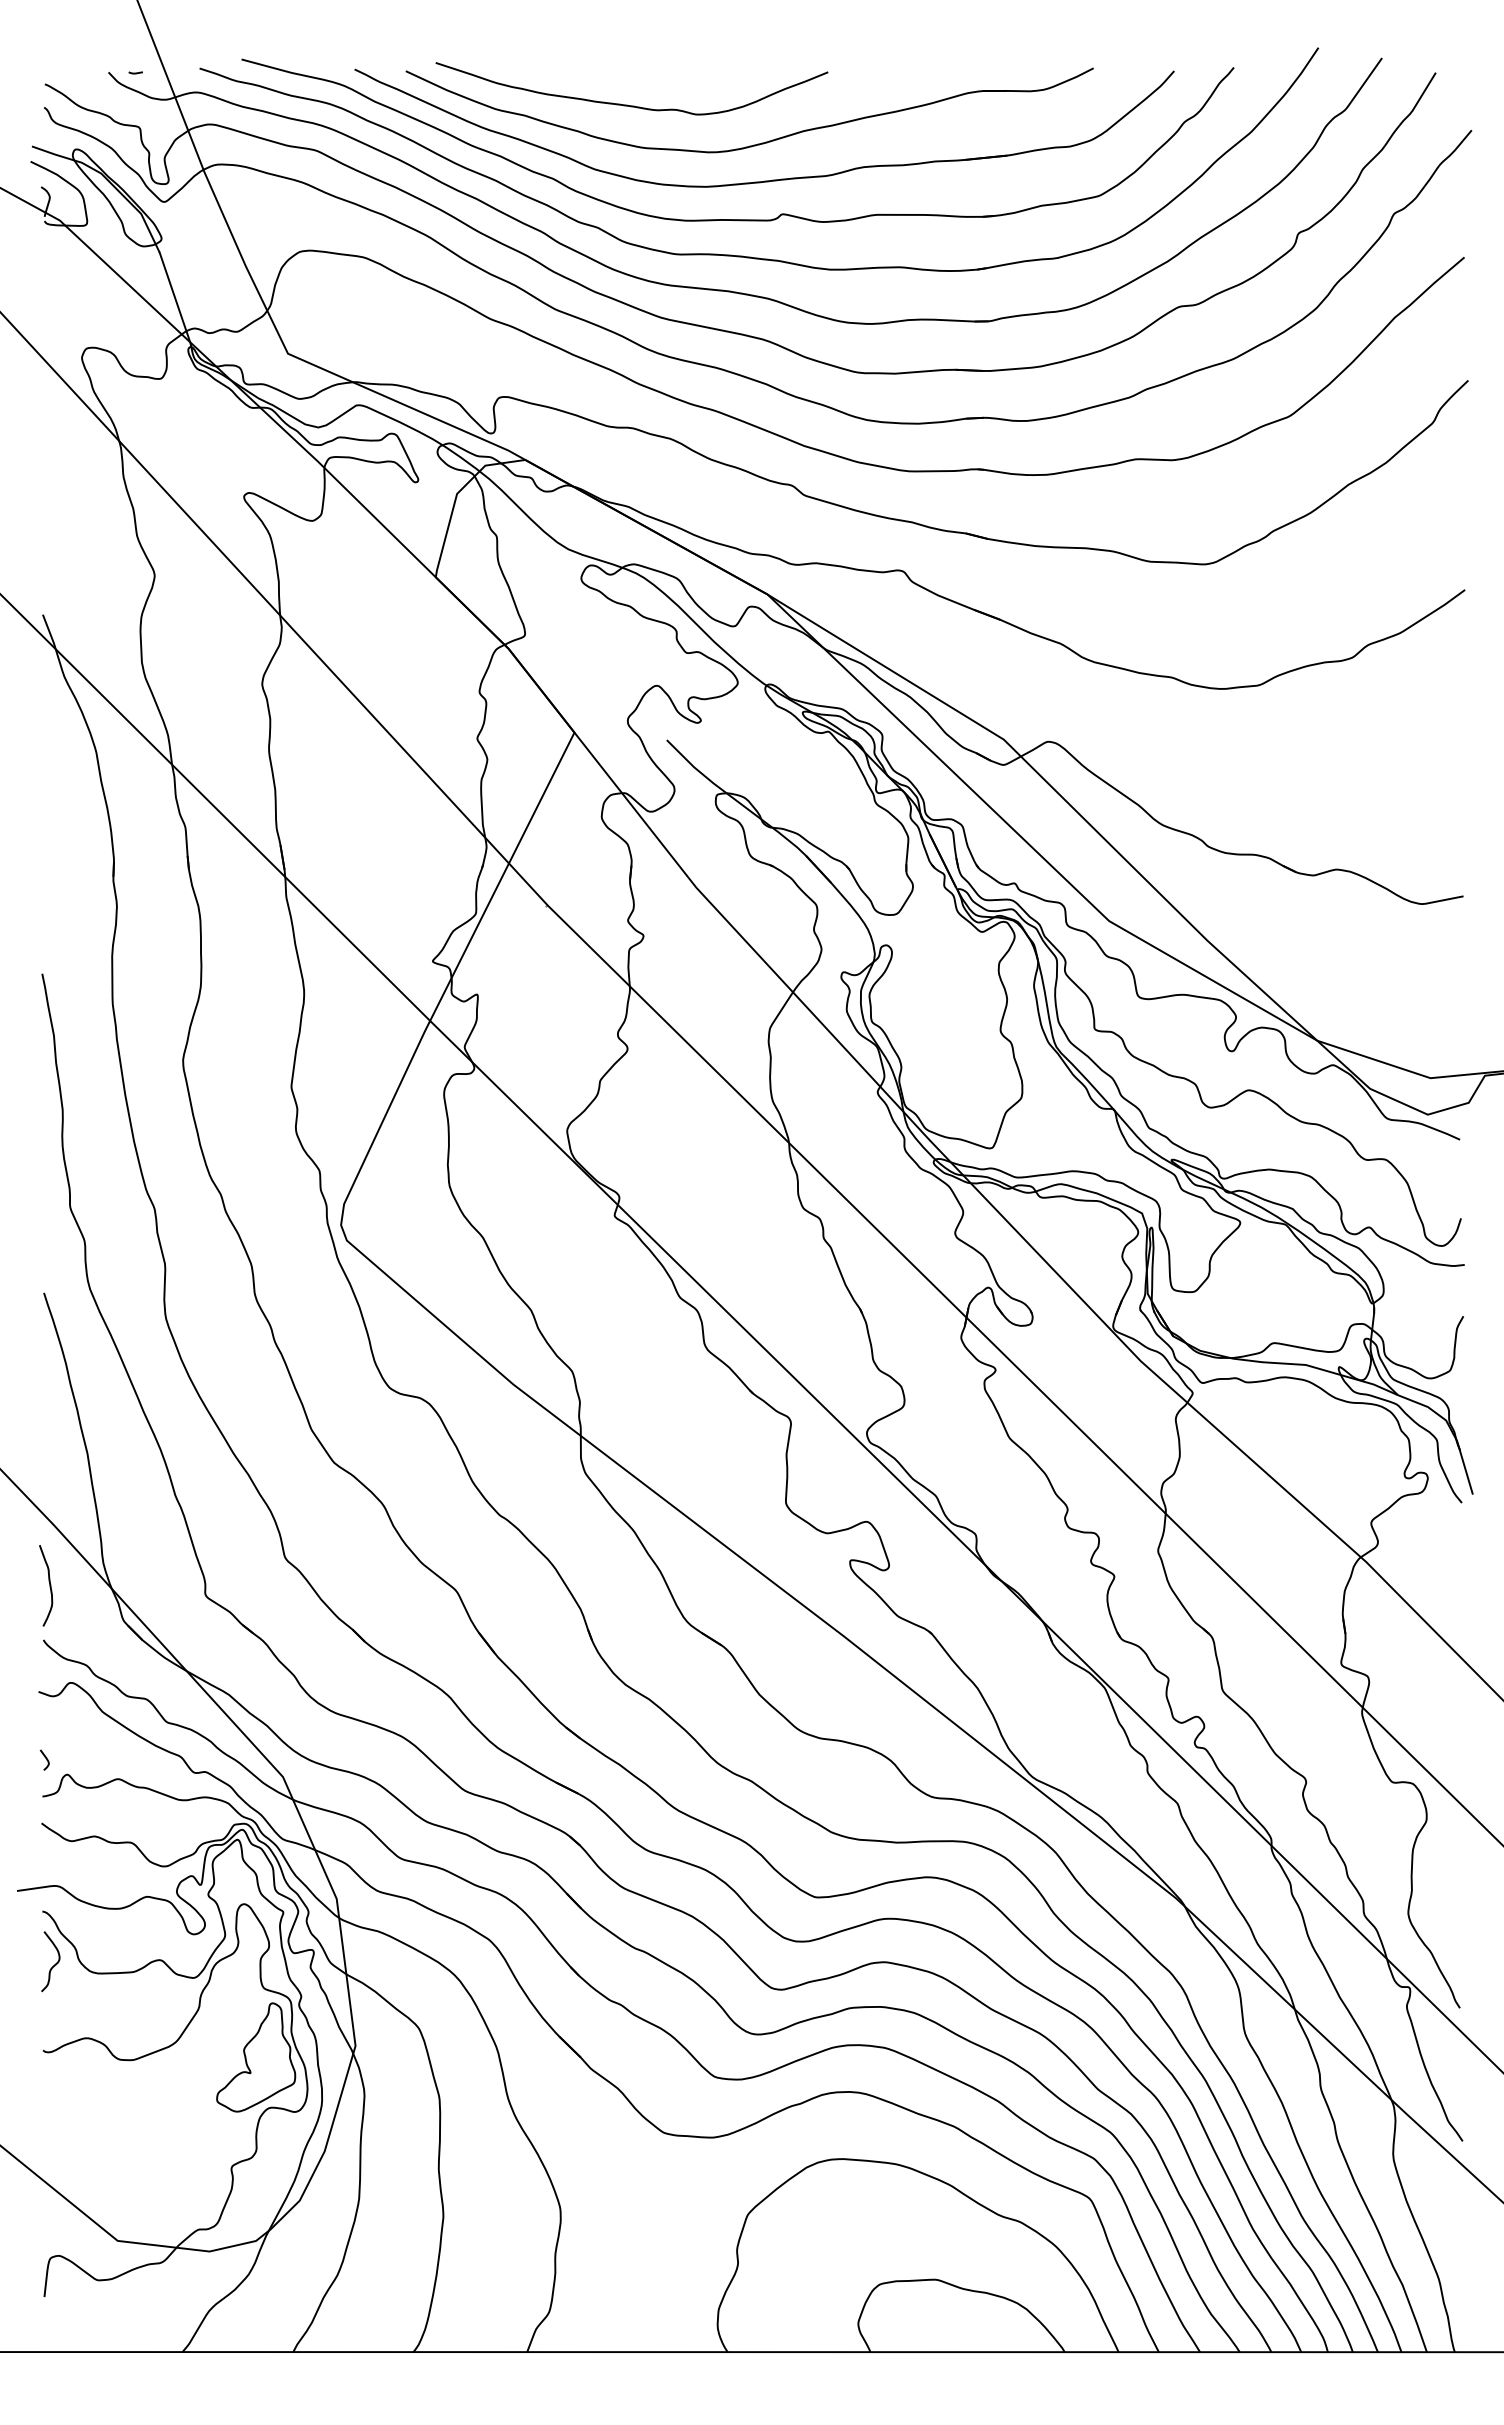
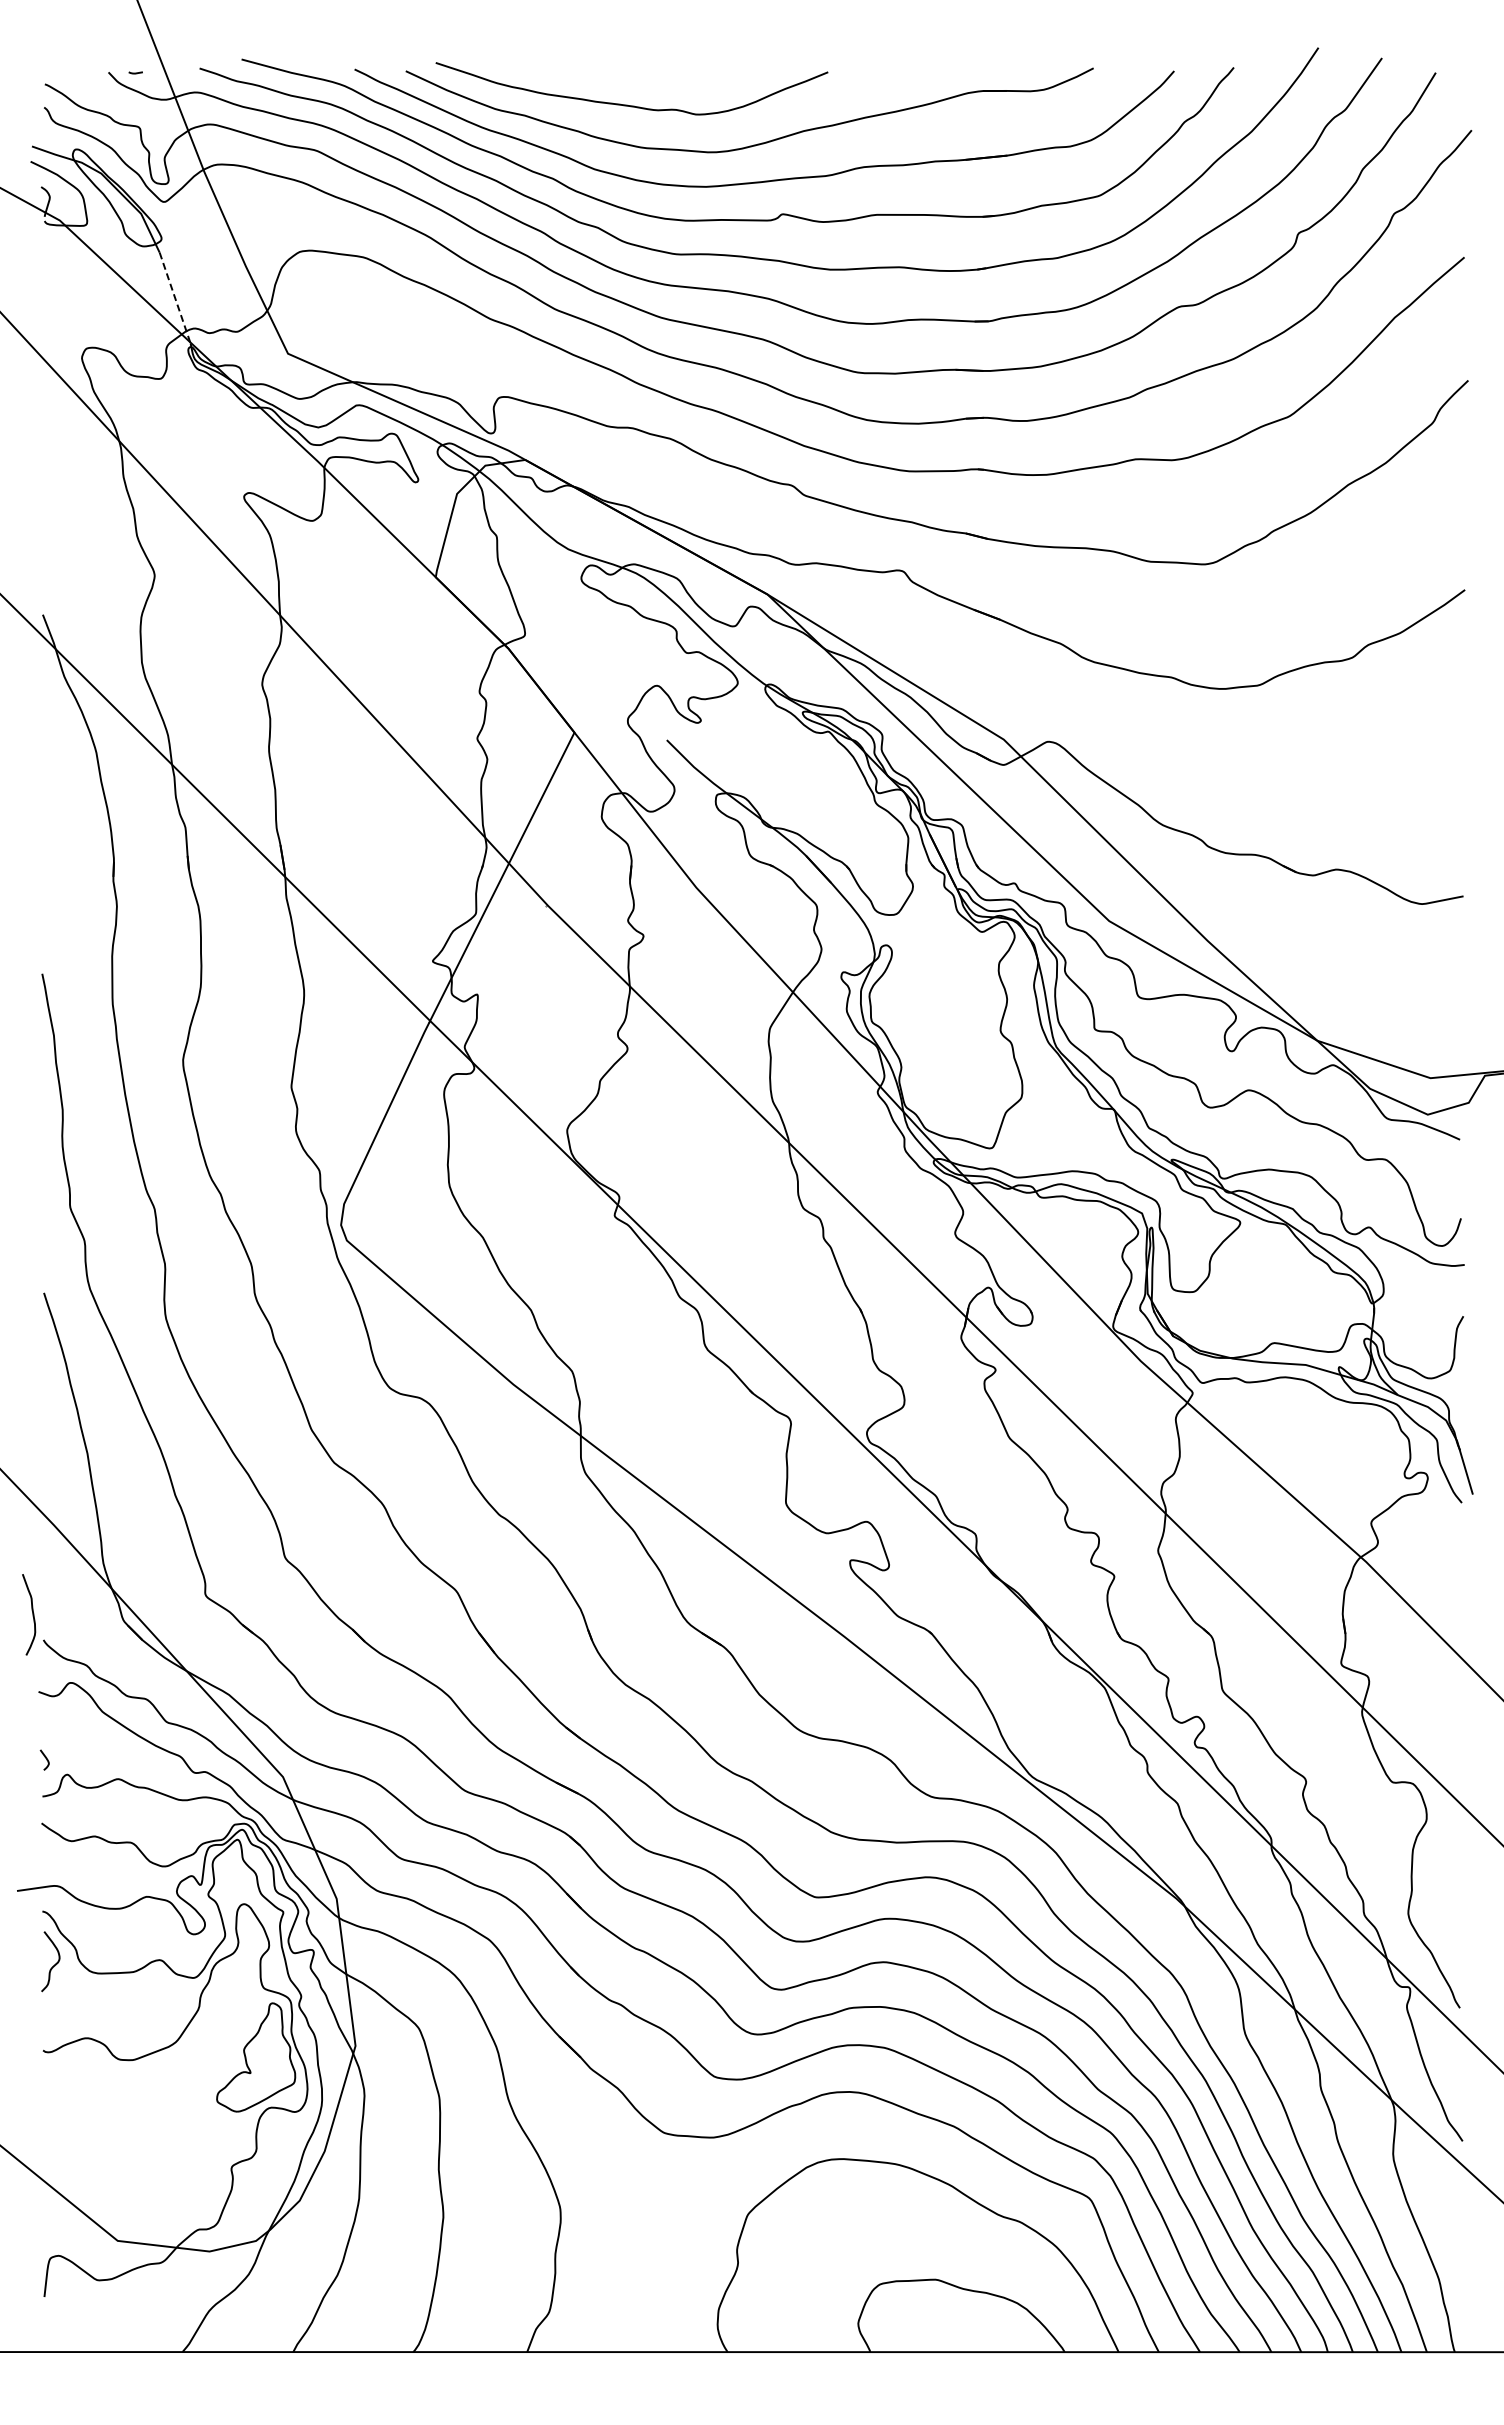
line at (175, 298): solid -> dashed
curve at (49, 1585) position: (49, 1585) -> (32, 1614)
